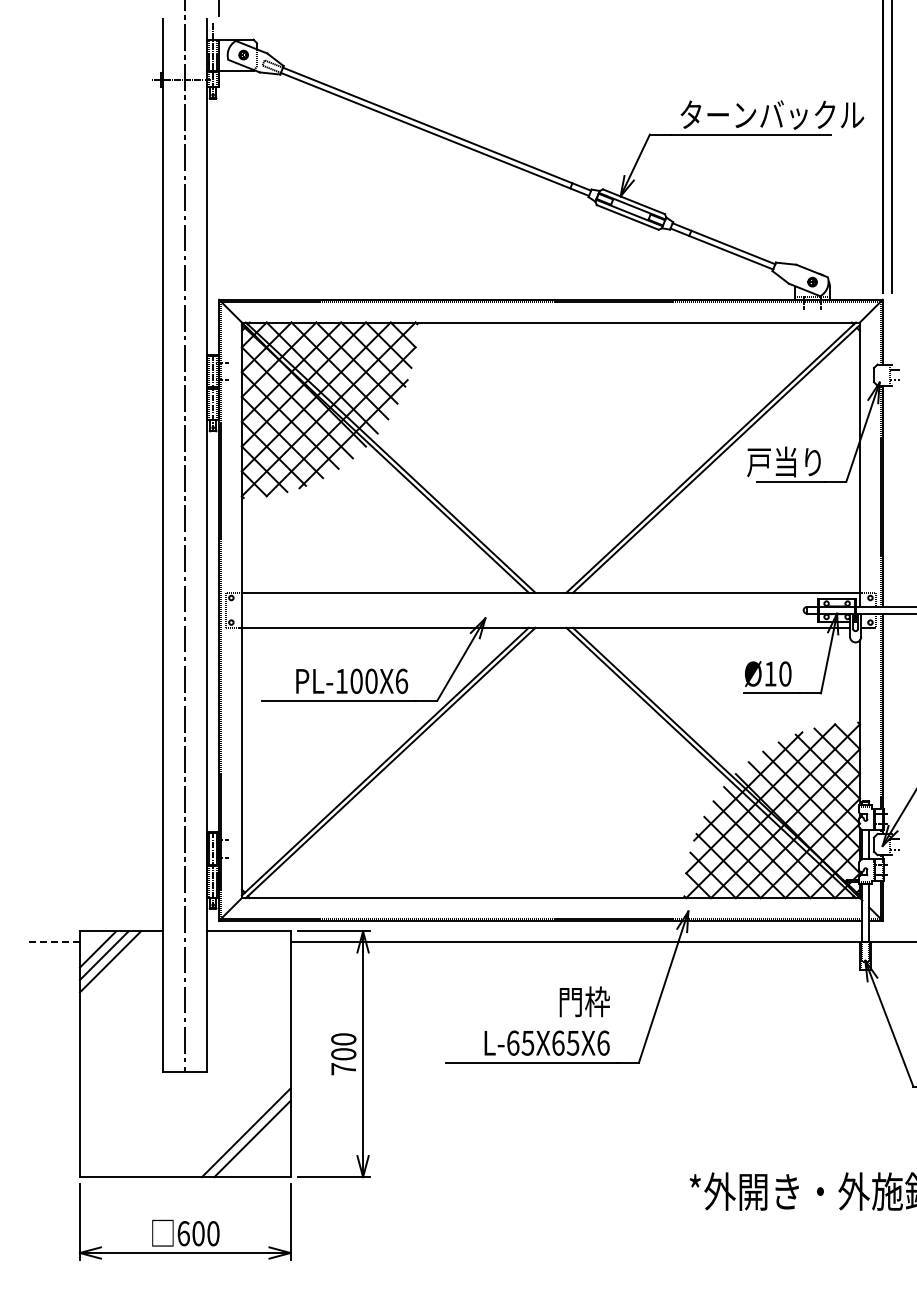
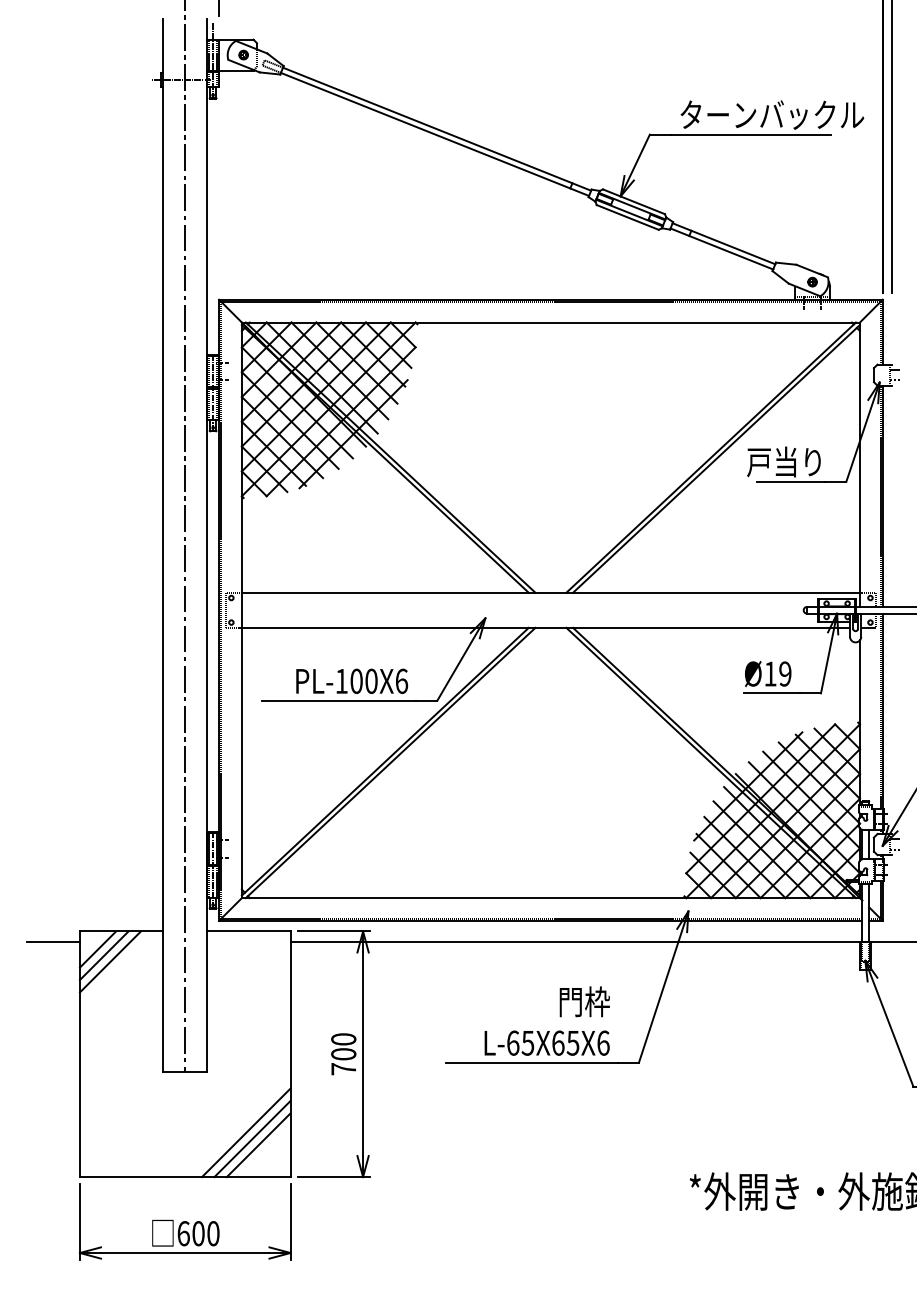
text at (785, 673): Ø10 -> Ø19
line at (53, 941): dashed -> solid
line at (258, 1145): none -> present
